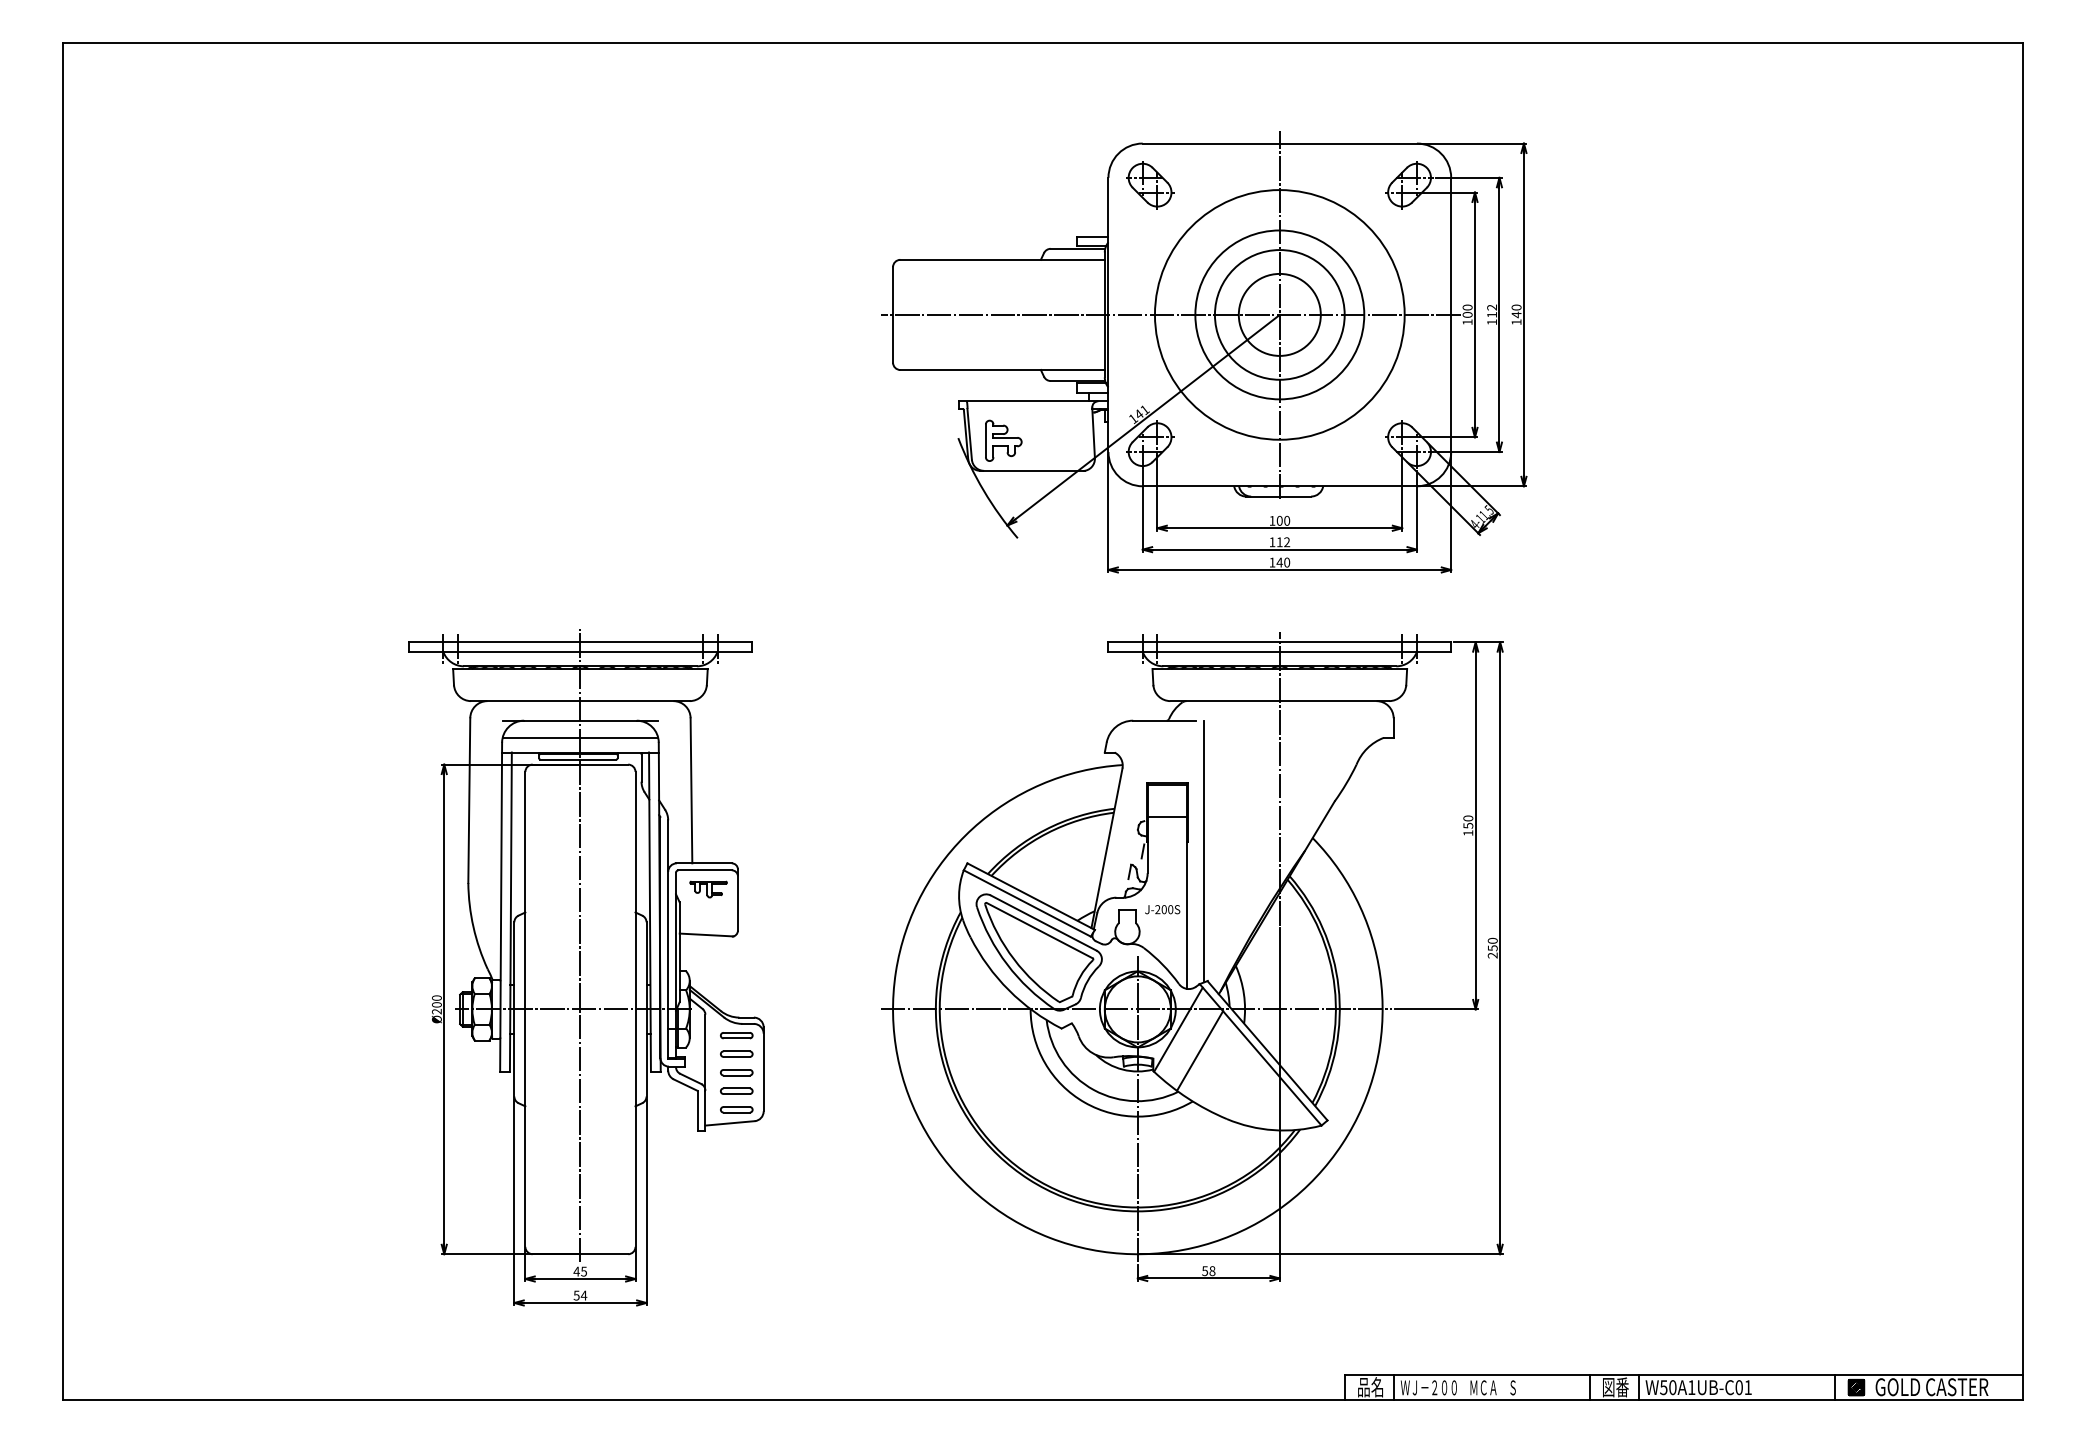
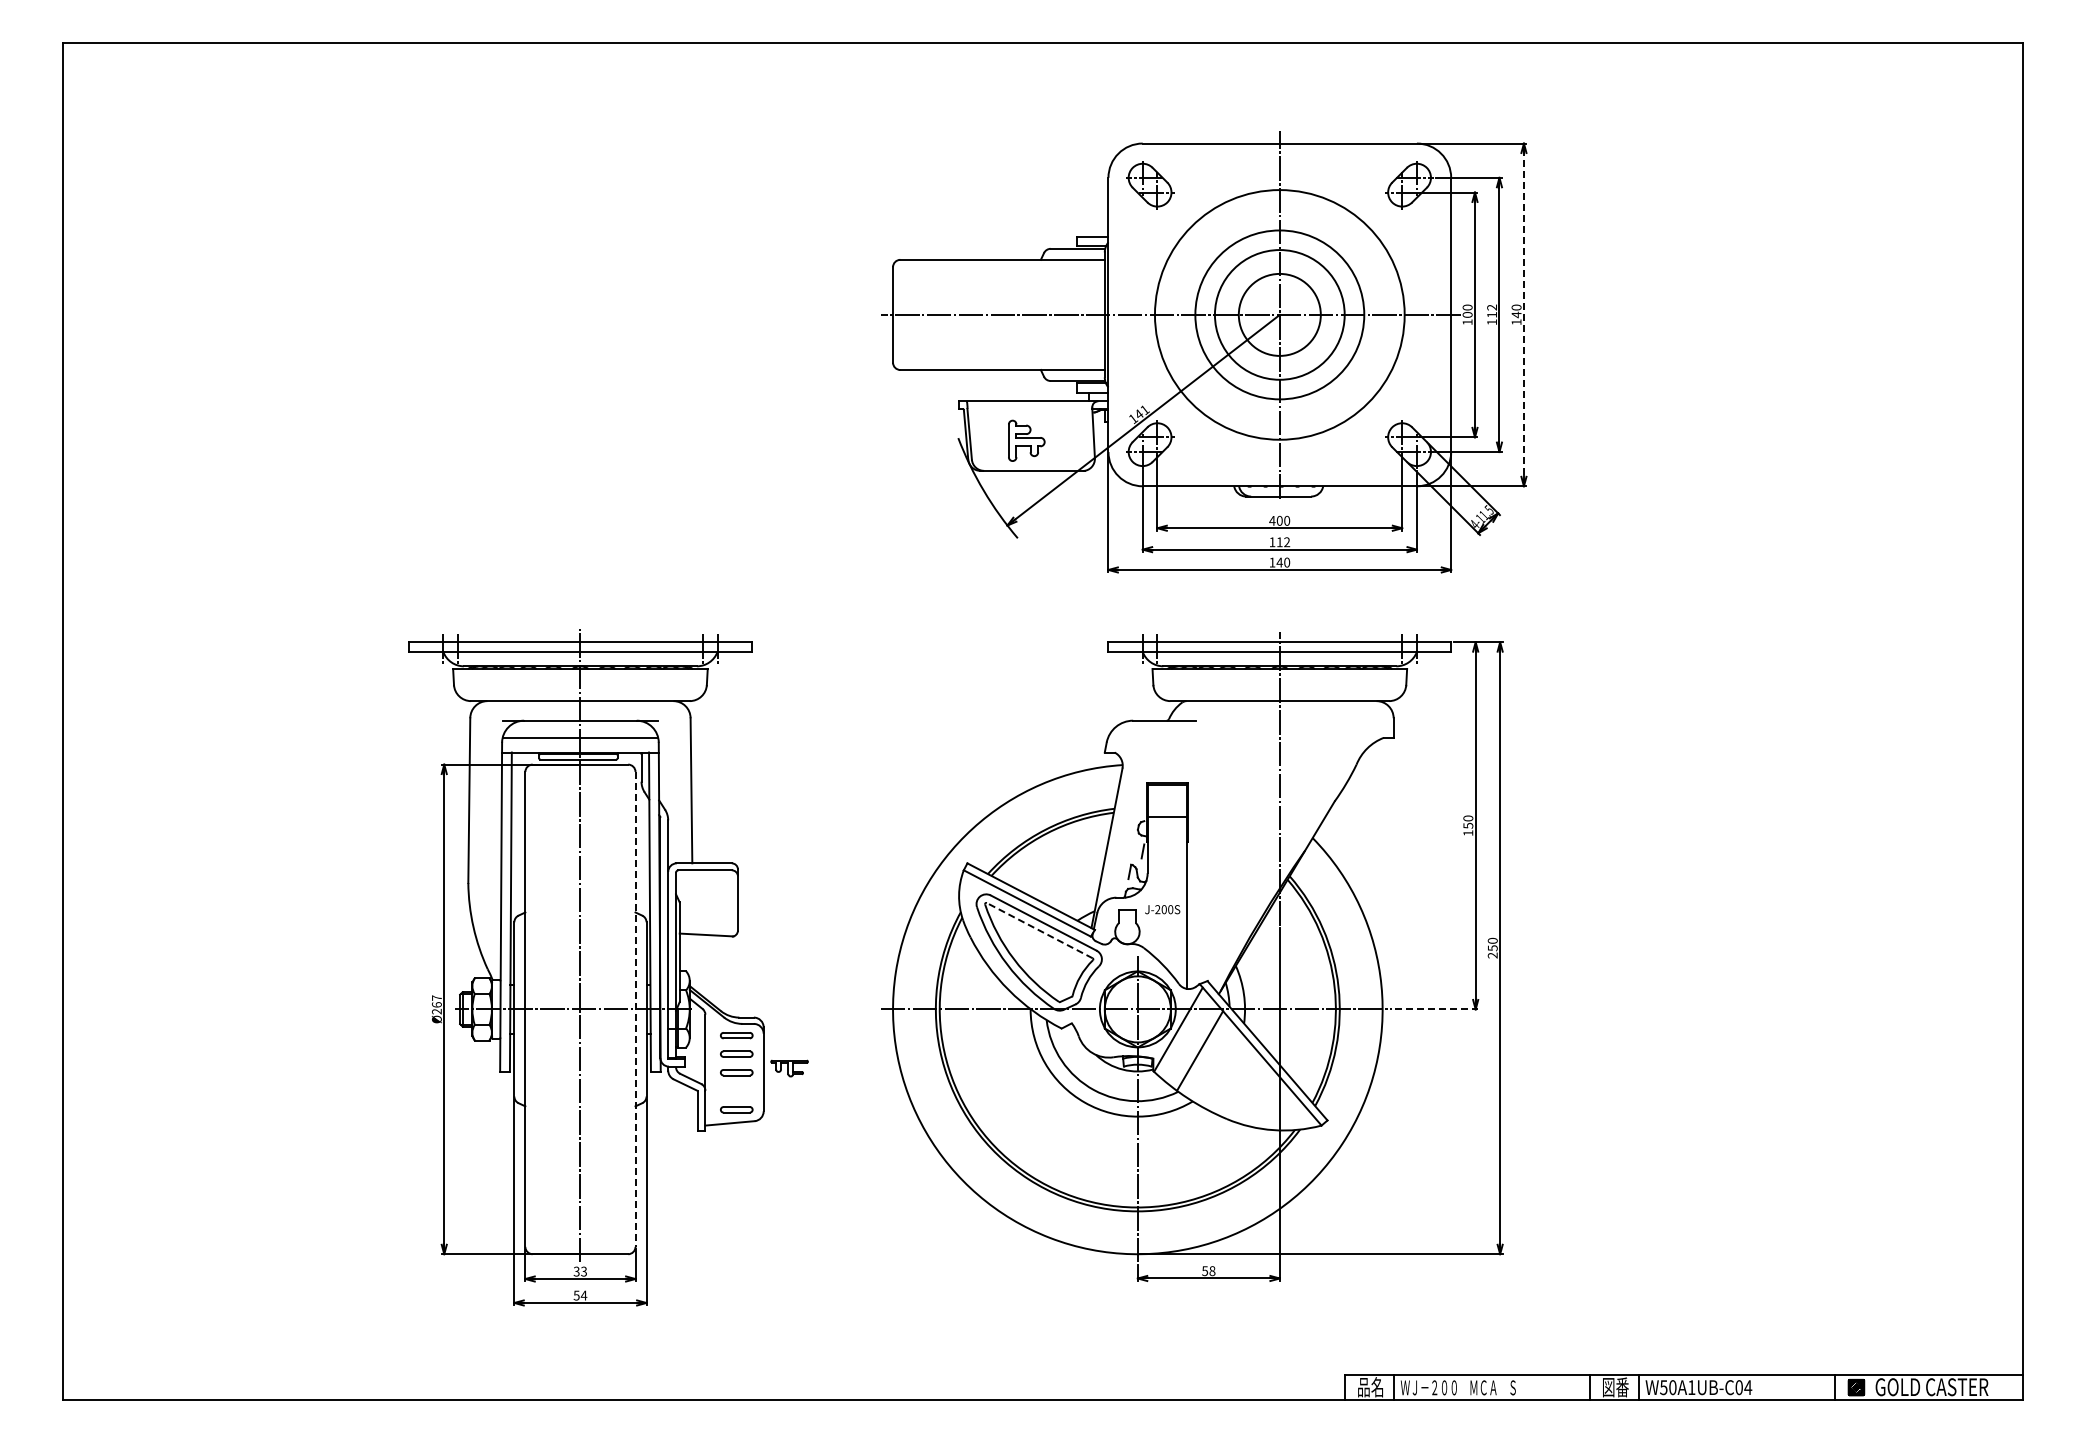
line at (1523, 314): solid -> dashed
part at (1003, 440) position: (1003, 440) -> (1026, 440)
text at (1272, 520): 100 -> 400
line at (1204, 851): present -> none
part at (708, 889) position: (708, 889) -> (789, 1068)
line at (1039, 930): solid -> dashed
text at (436, 1001): Ø200 -> Ø267
line at (635, 1009): solid -> dashed
line at (1437, 1009): solid -> dashed
part at (736, 1090): present -> none
text at (579, 1271): 45 -> 33
text at (1748, 1387): W50A1UB-C01 -> W50A1UB-C04
